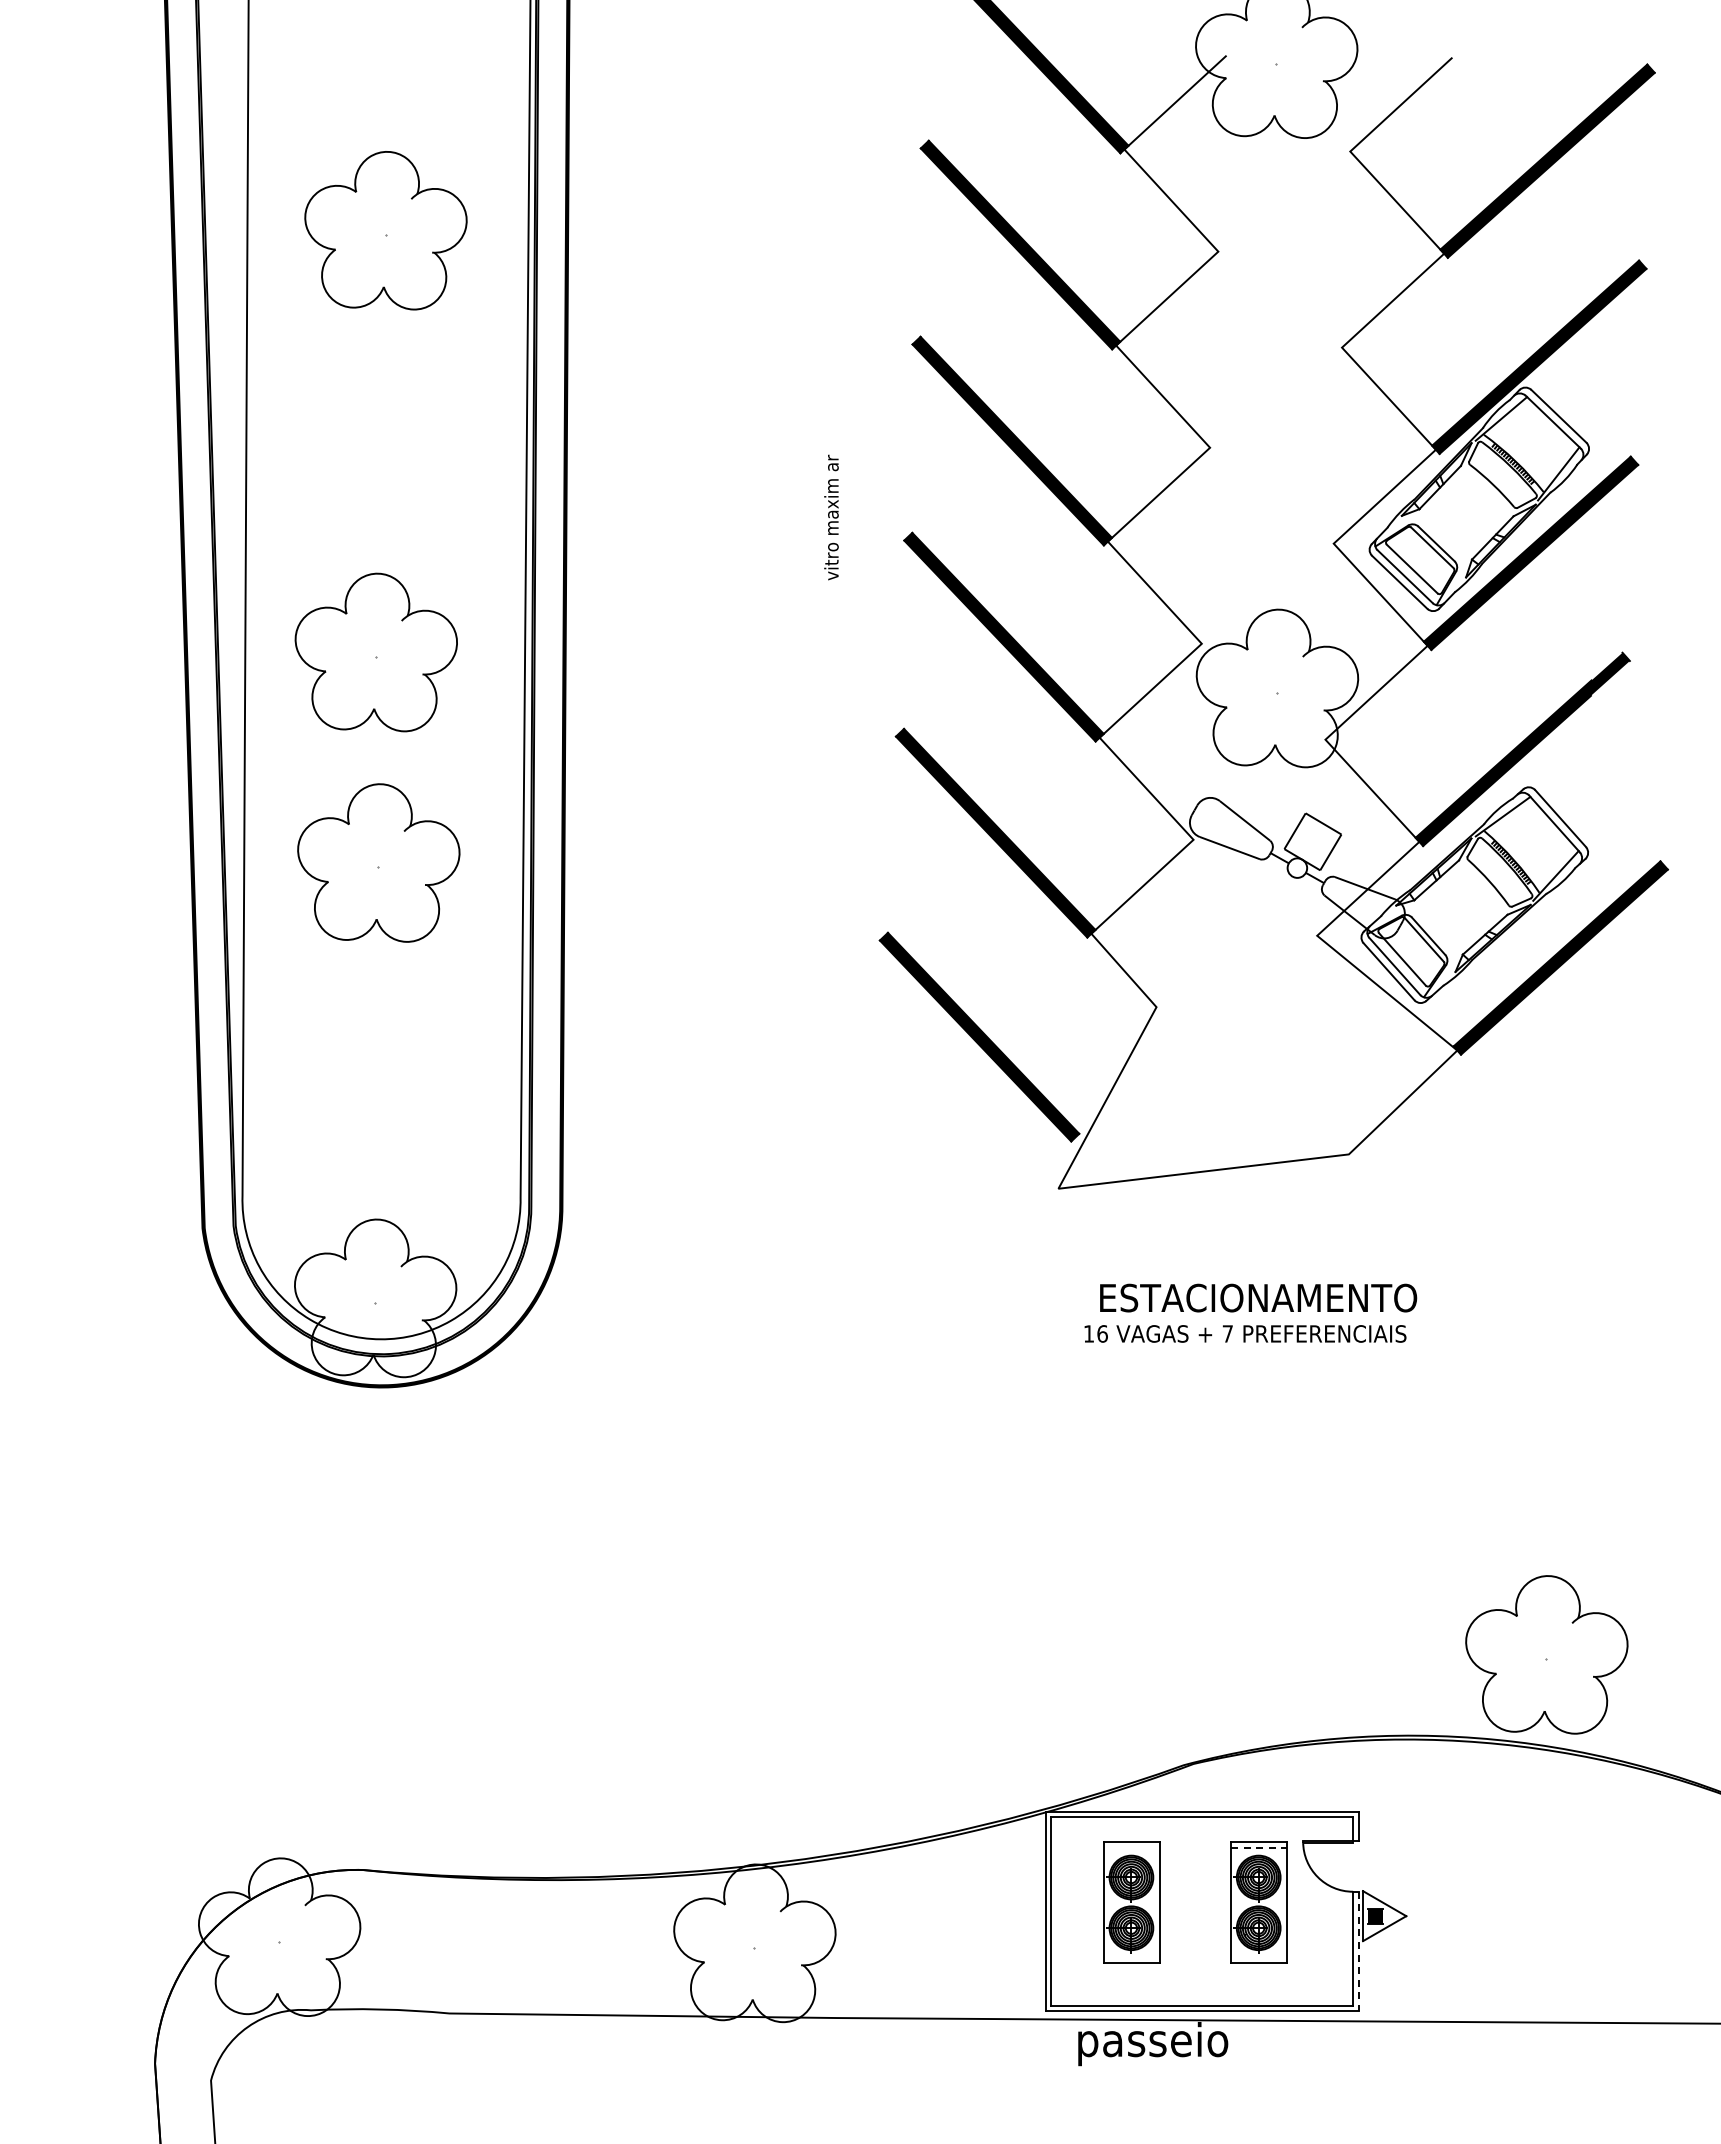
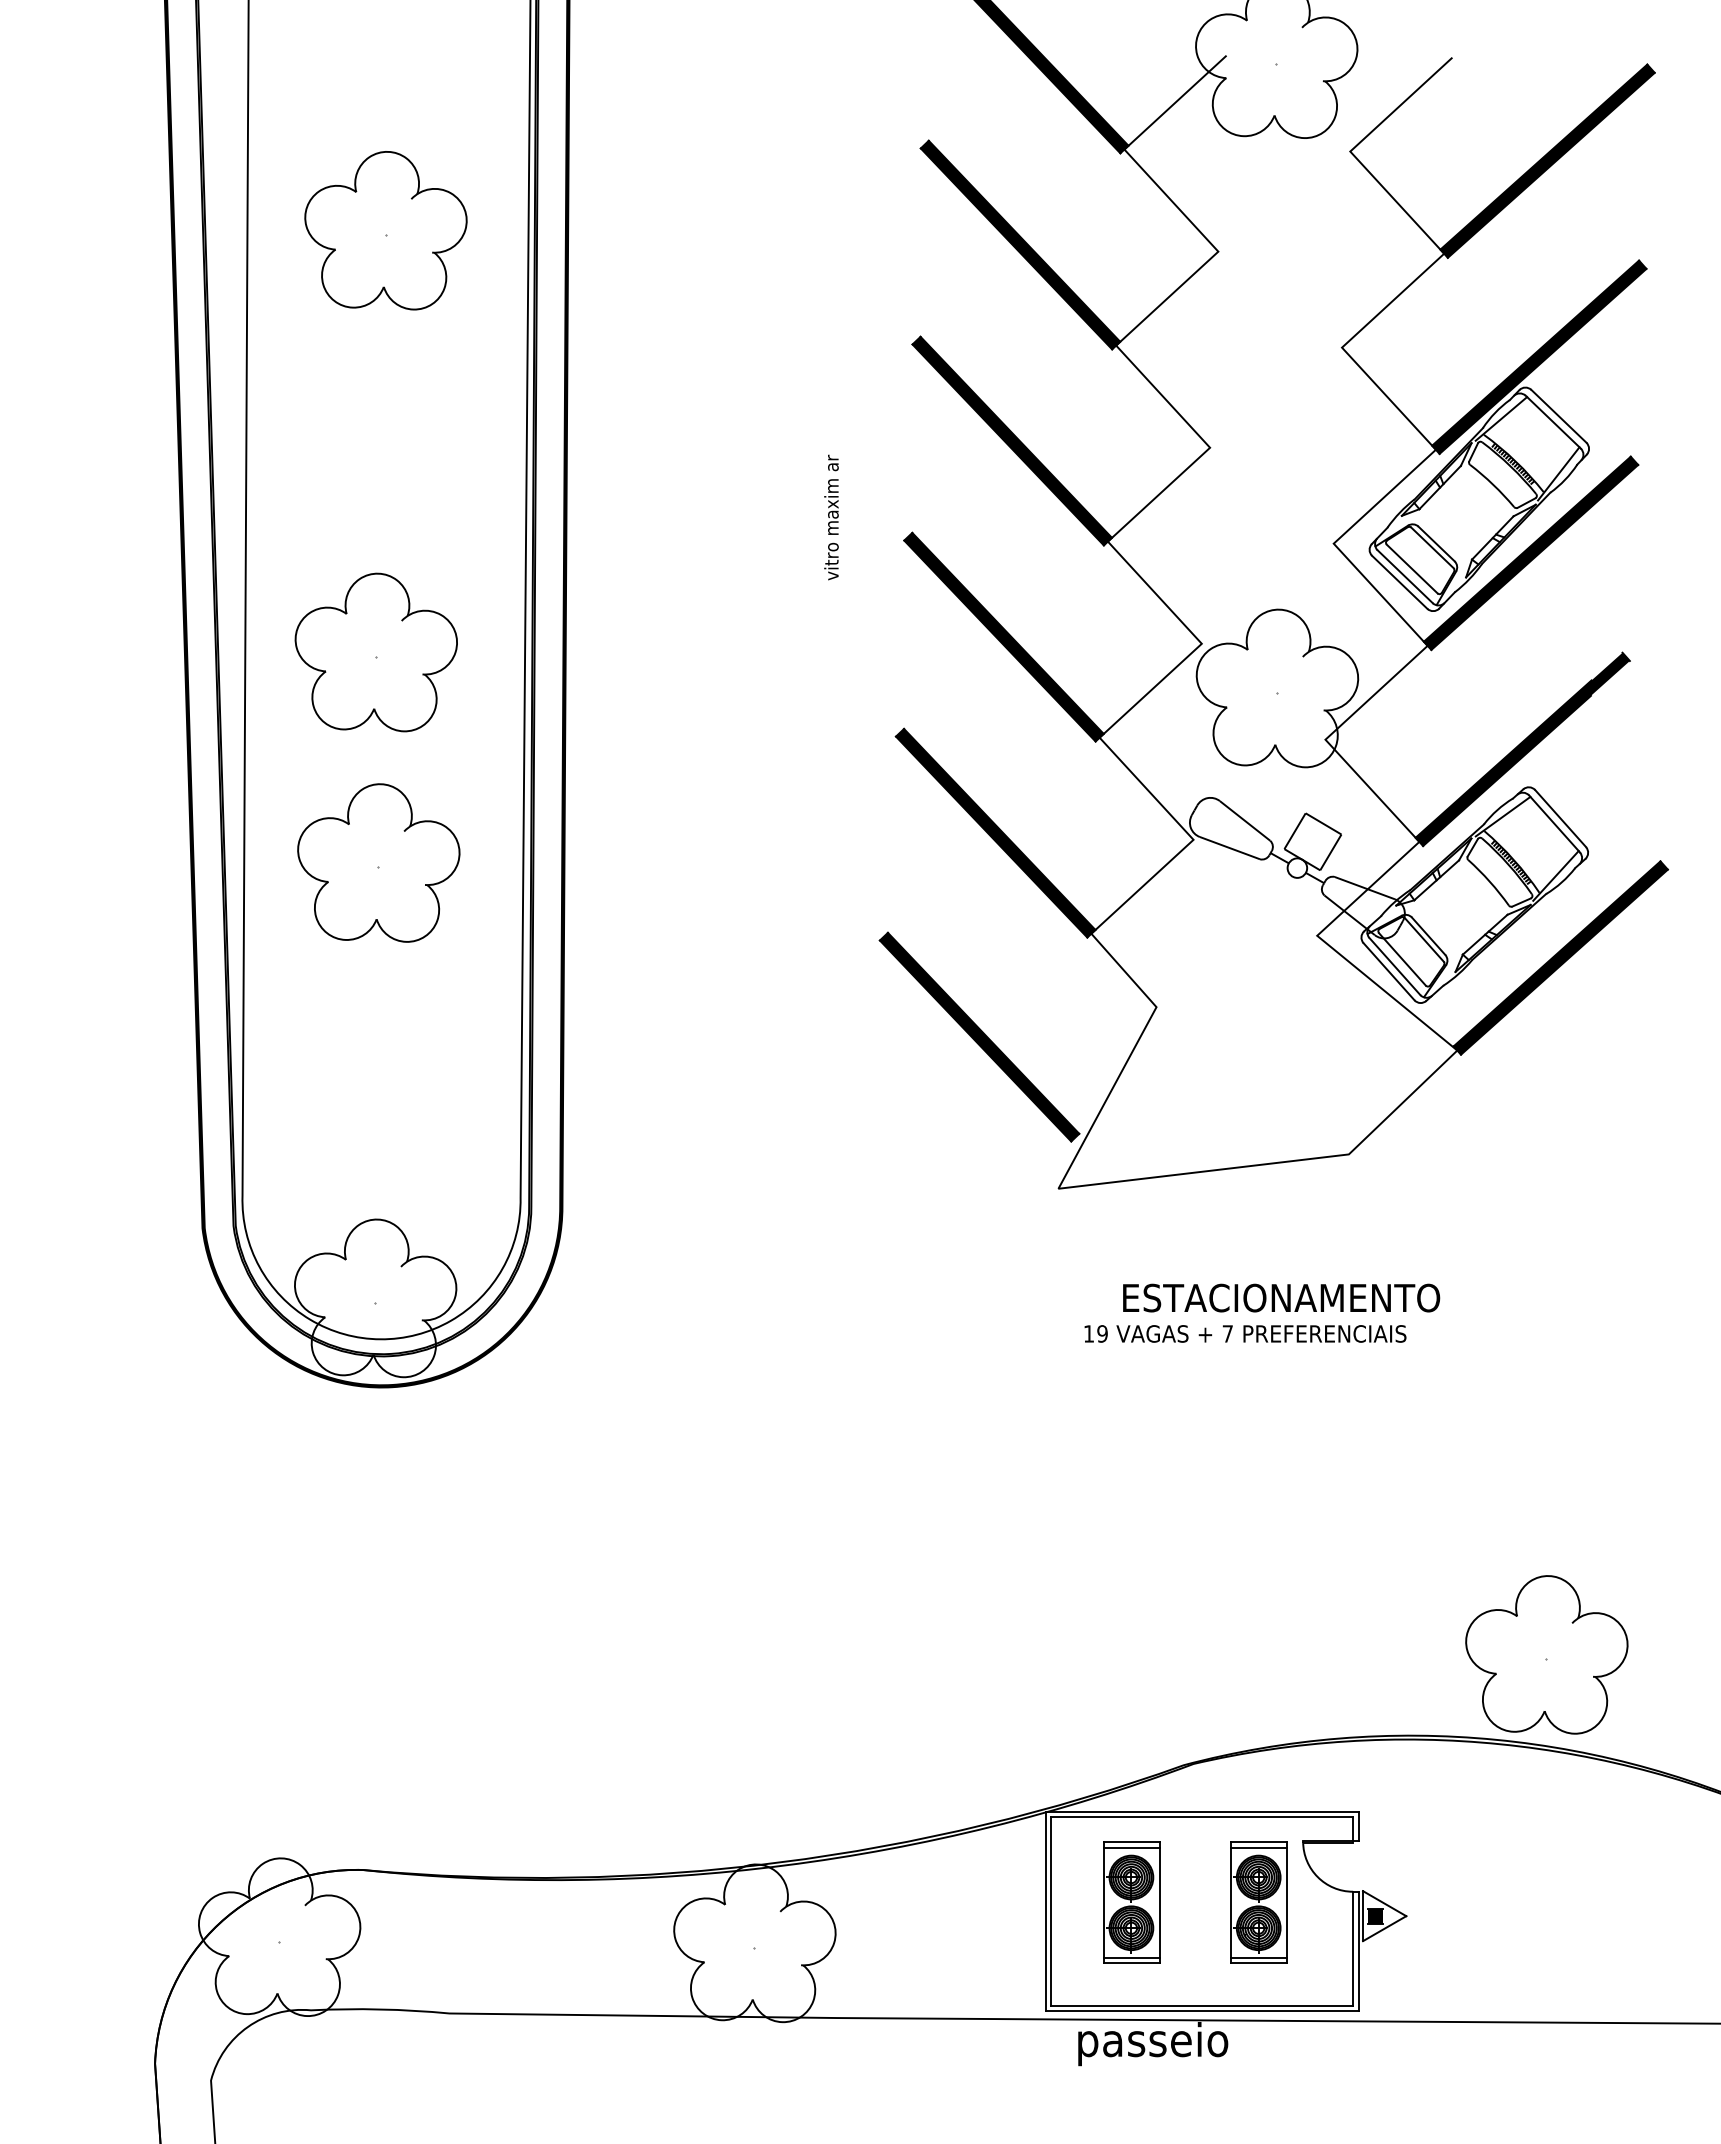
text at (1258, 1297) position: (1258, 1297) -> (1281, 1297)
text at (1102, 1333): 16 -> 19
line at (1131, 1848): none -> present
line at (1259, 1848): dashed -> solid
line at (1358, 1951): dashed -> solid
line at (1131, 1957): none -> present
line at (1259, 1957): none -> present
